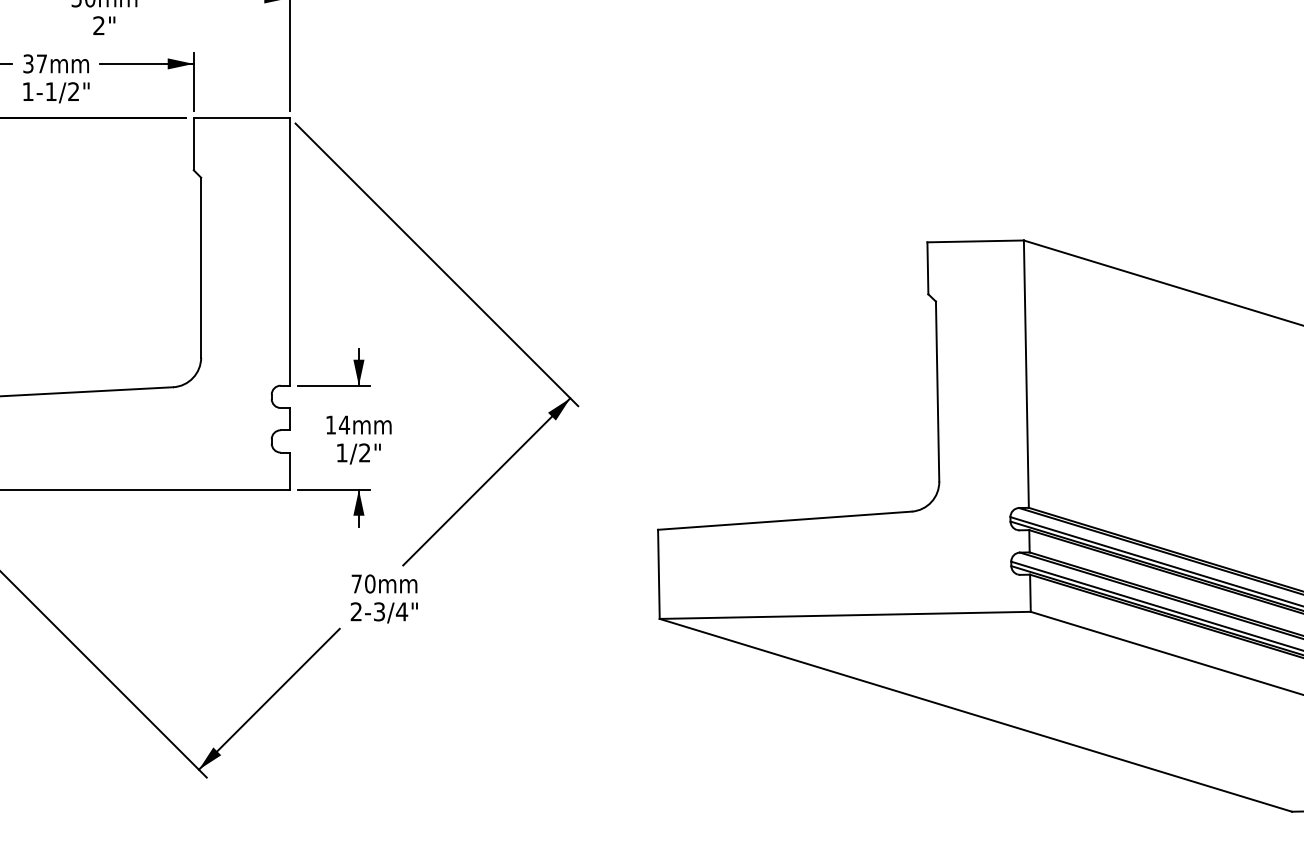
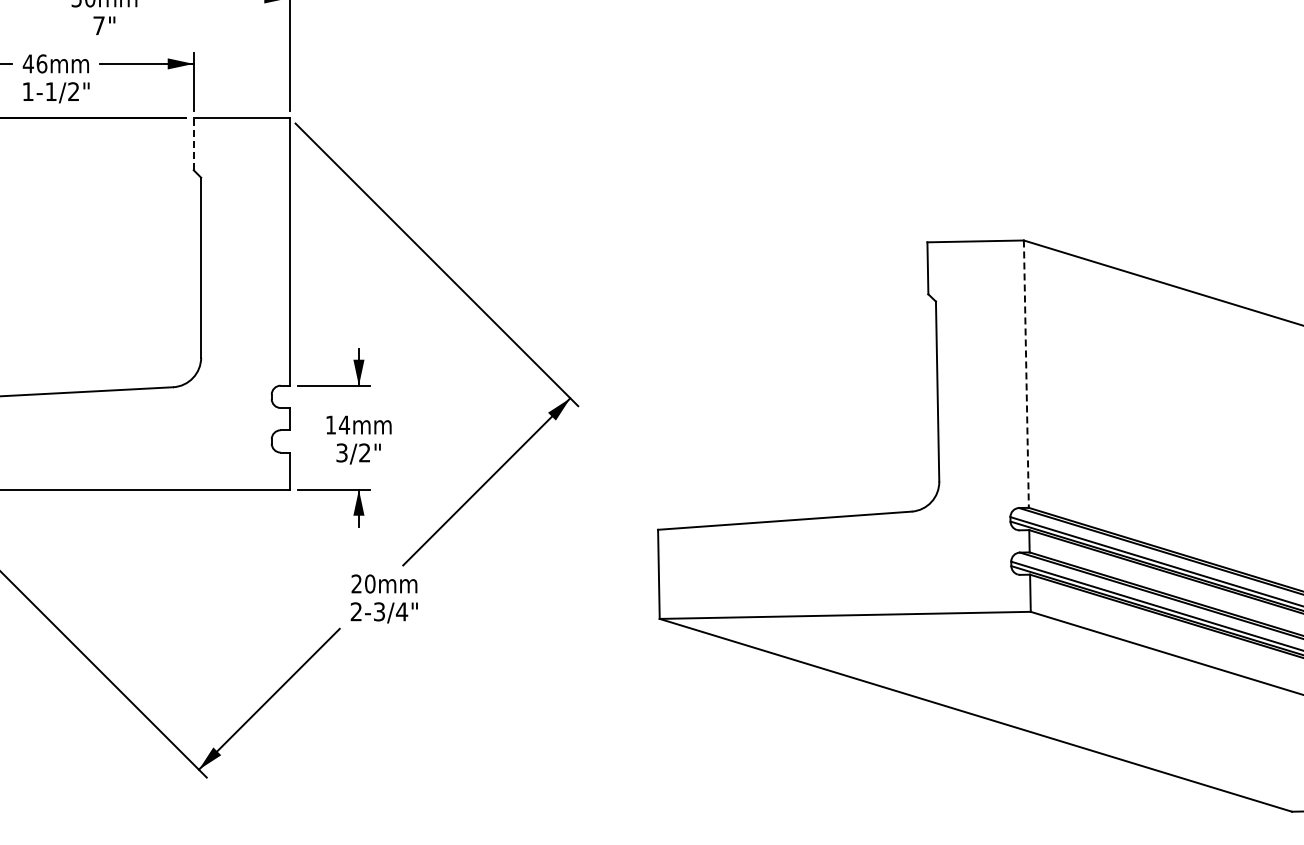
text at (98, 25): 2" -> 7"
text at (34, 63): 37 -> 46
line at (193, 143): solid -> dashed
line at (1026, 374): solid -> dashed
text at (341, 452): 1/2" -> 3/2"
text at (356, 583): 70 -> 20
